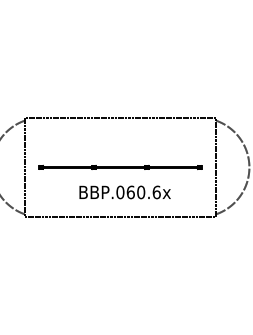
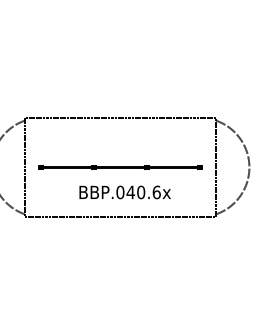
text at (130, 192): BBP.060.6x -> BBP.040.6x
